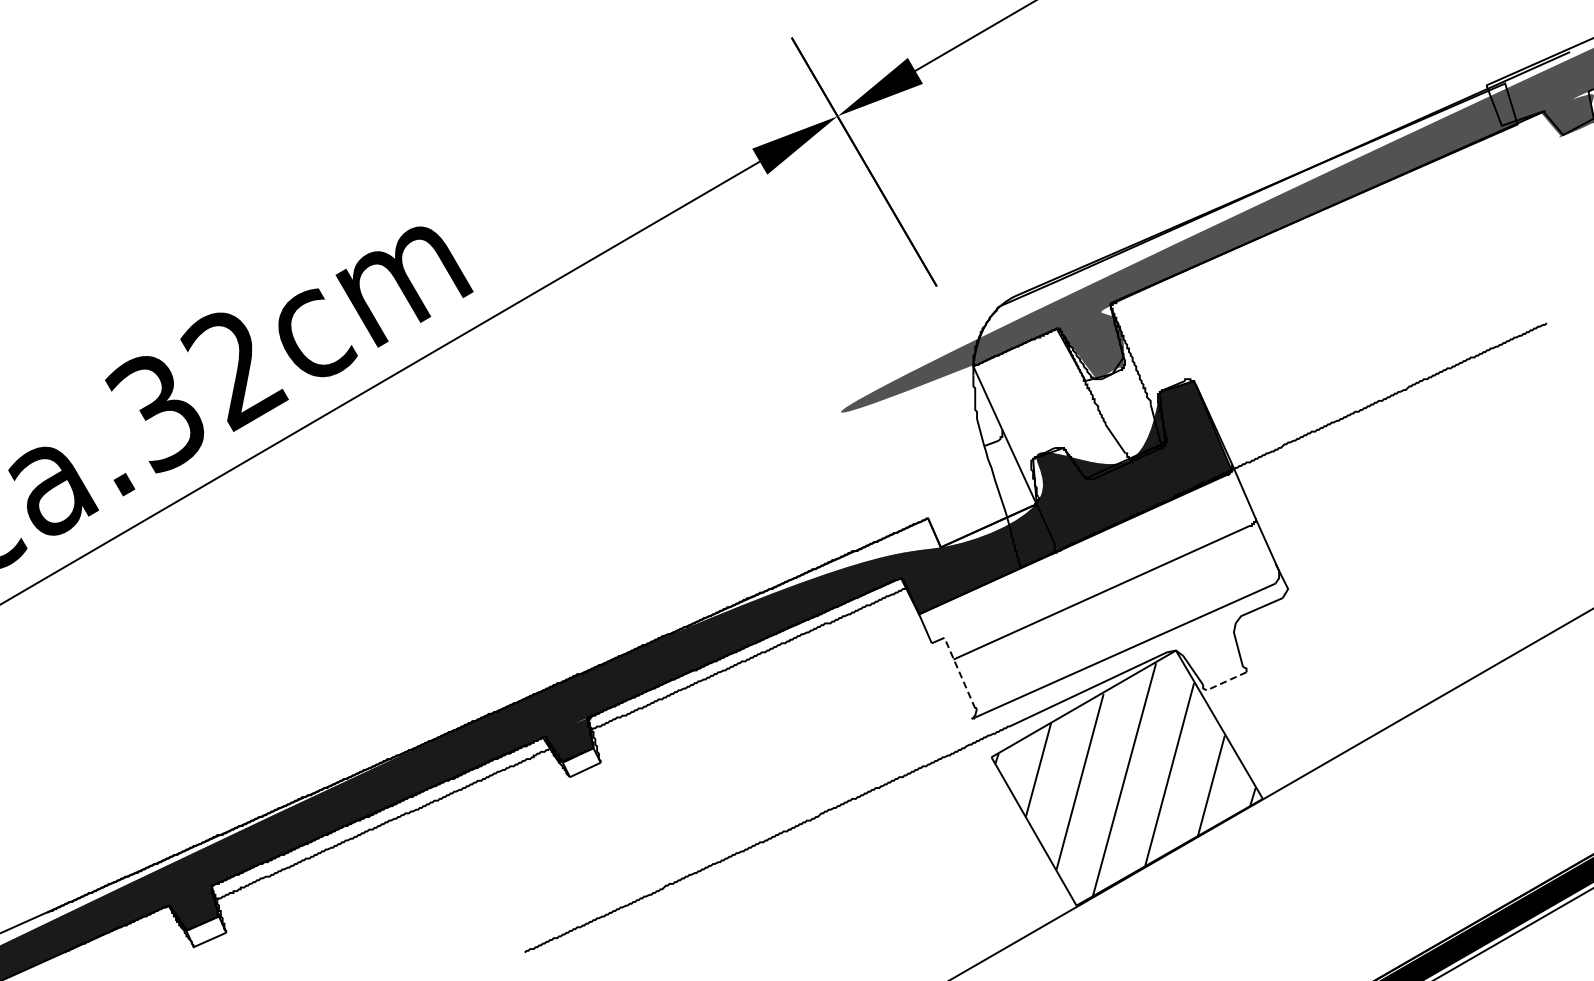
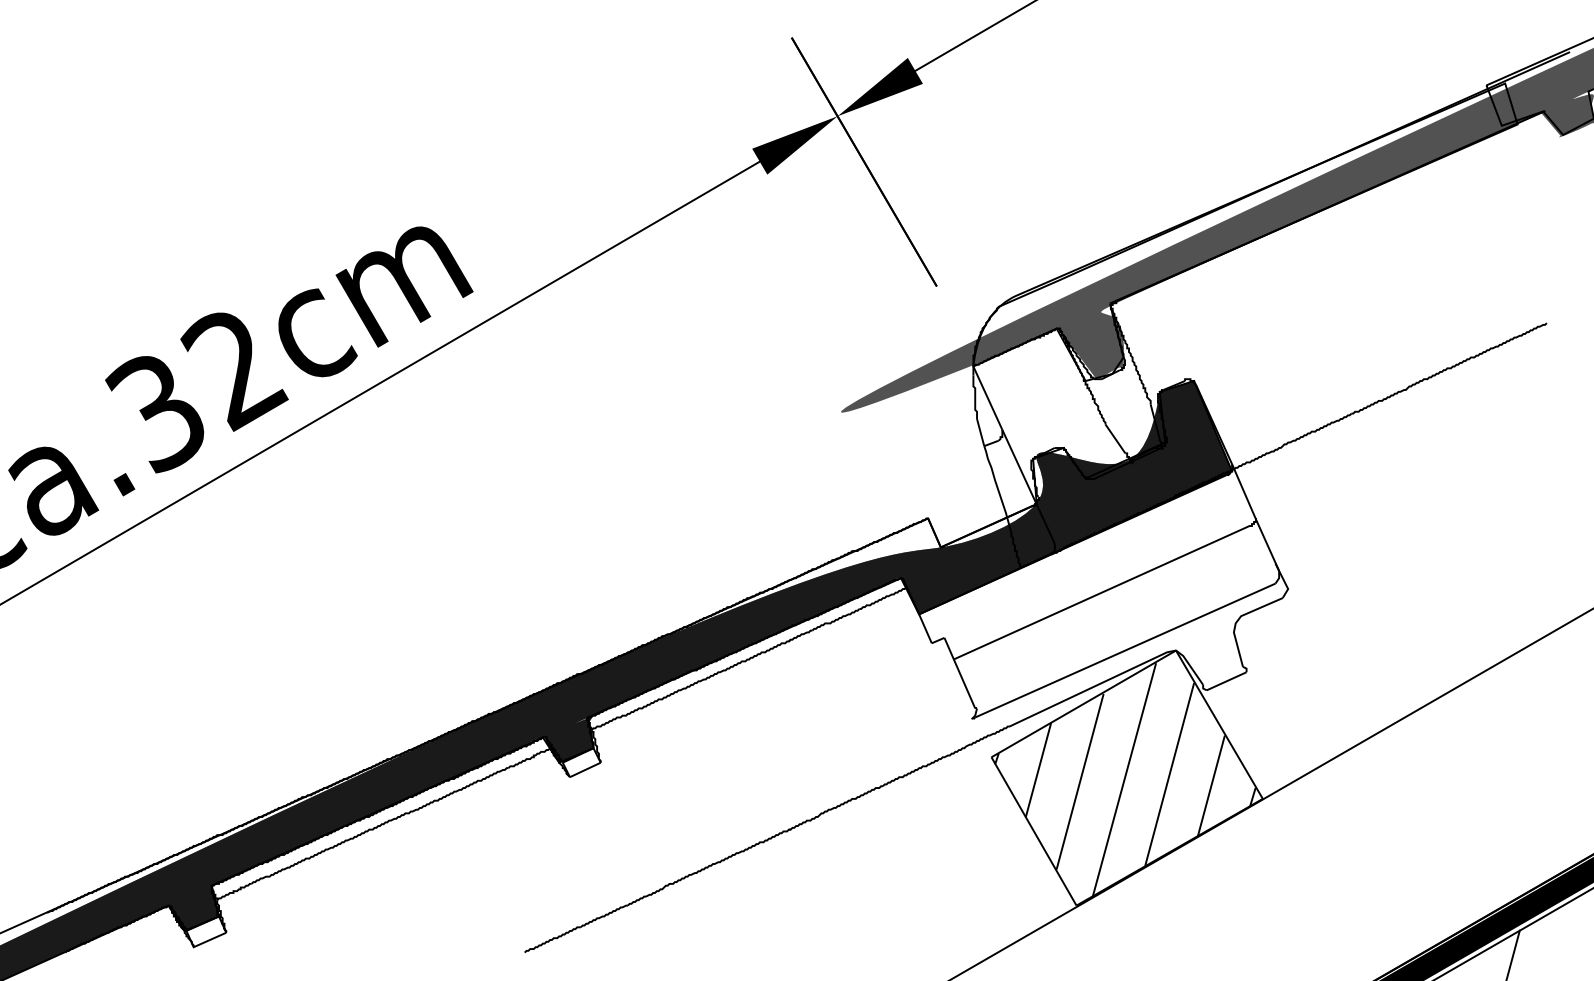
line at (959, 672): dashed -> solid
line at (1226, 681): dashed -> solid
line at (1513, 953): none -> present
